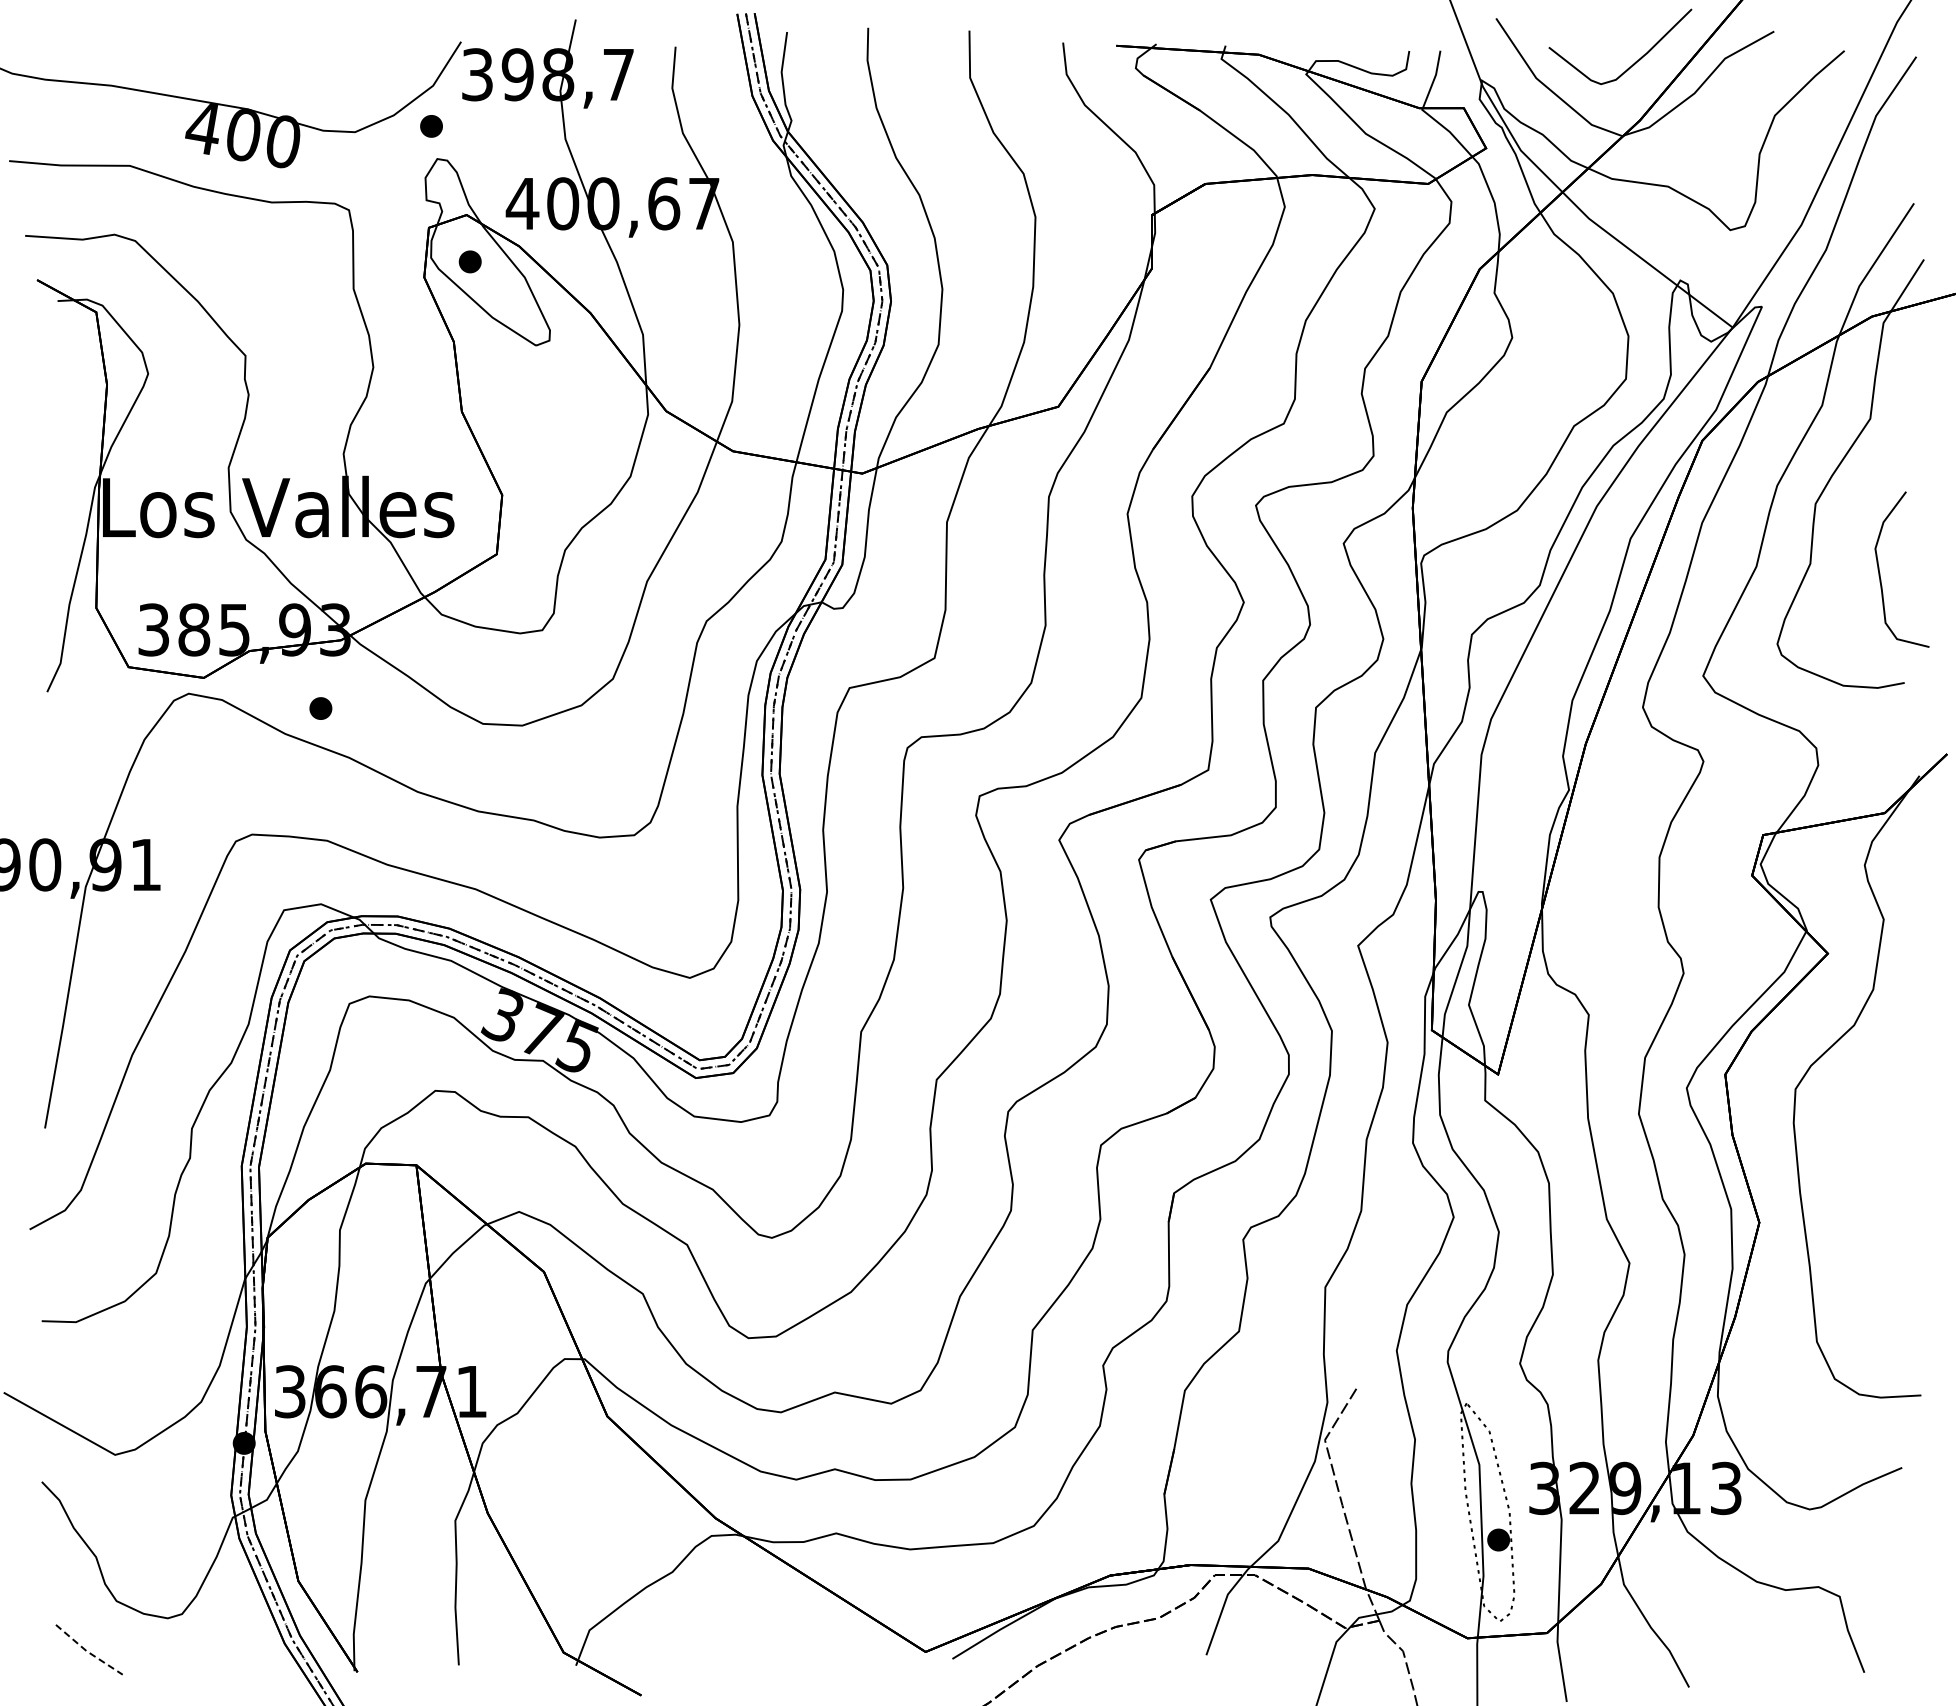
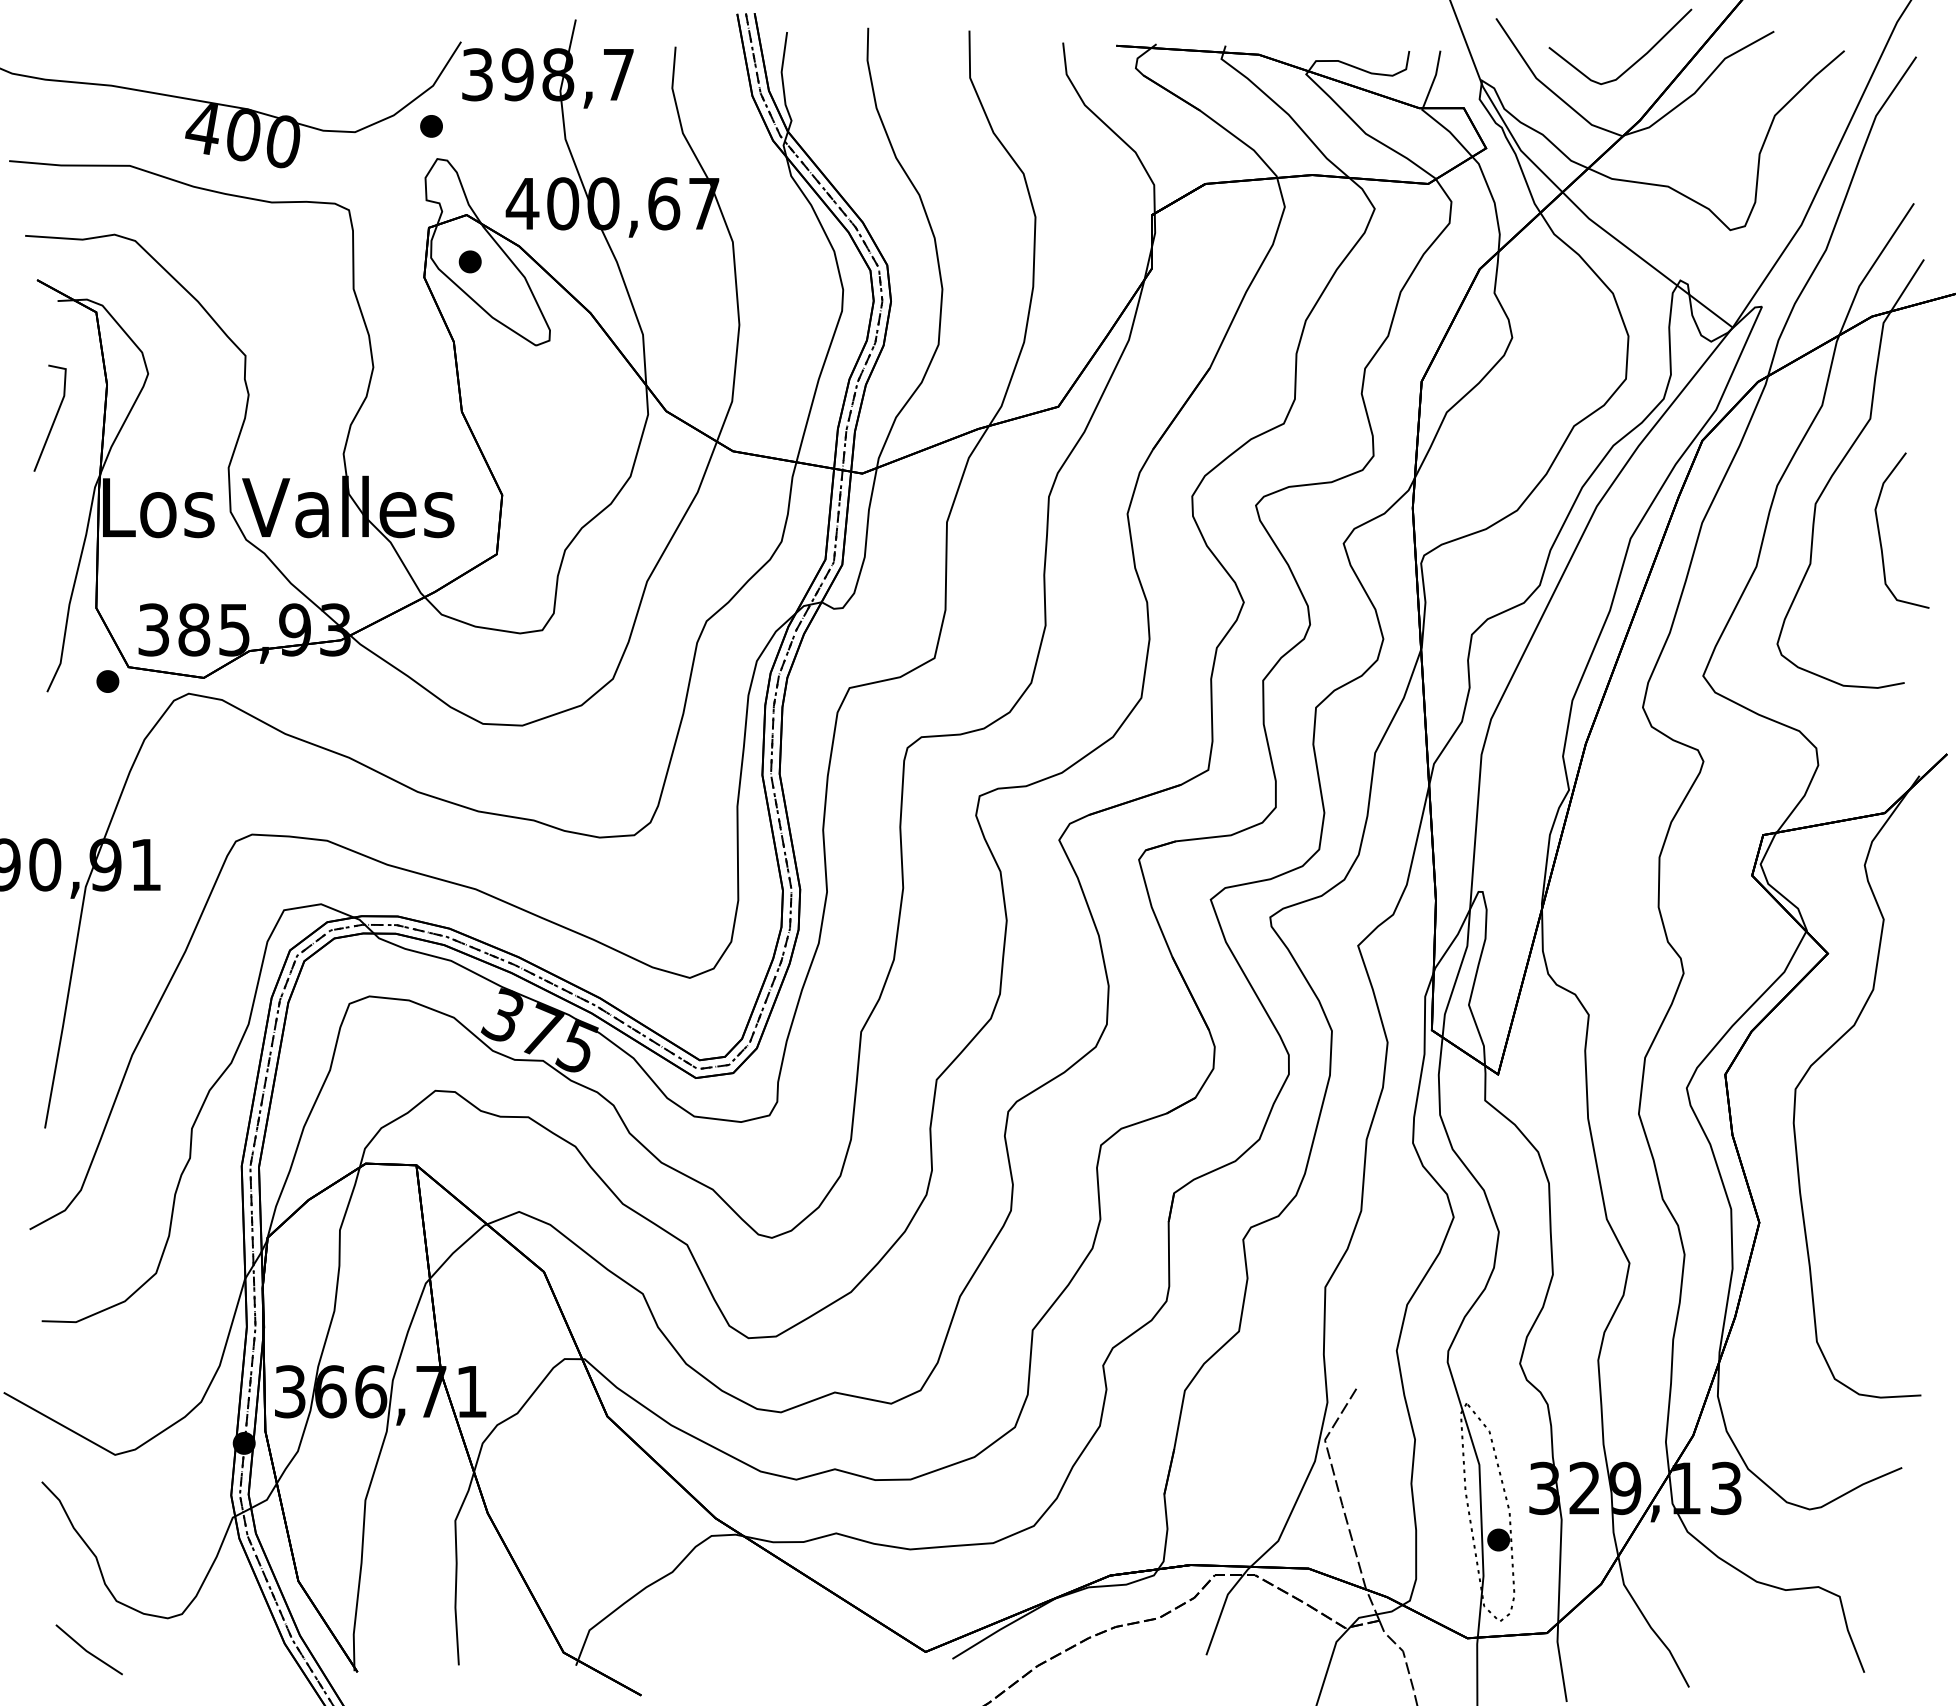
line at (54, 417): none -> present
curve at (1880, 572) position: (1880, 572) -> (1880, 533)
part at (320, 708) position: (320, 708) -> (107, 681)
line at (87, 1651): dashed -> solid
